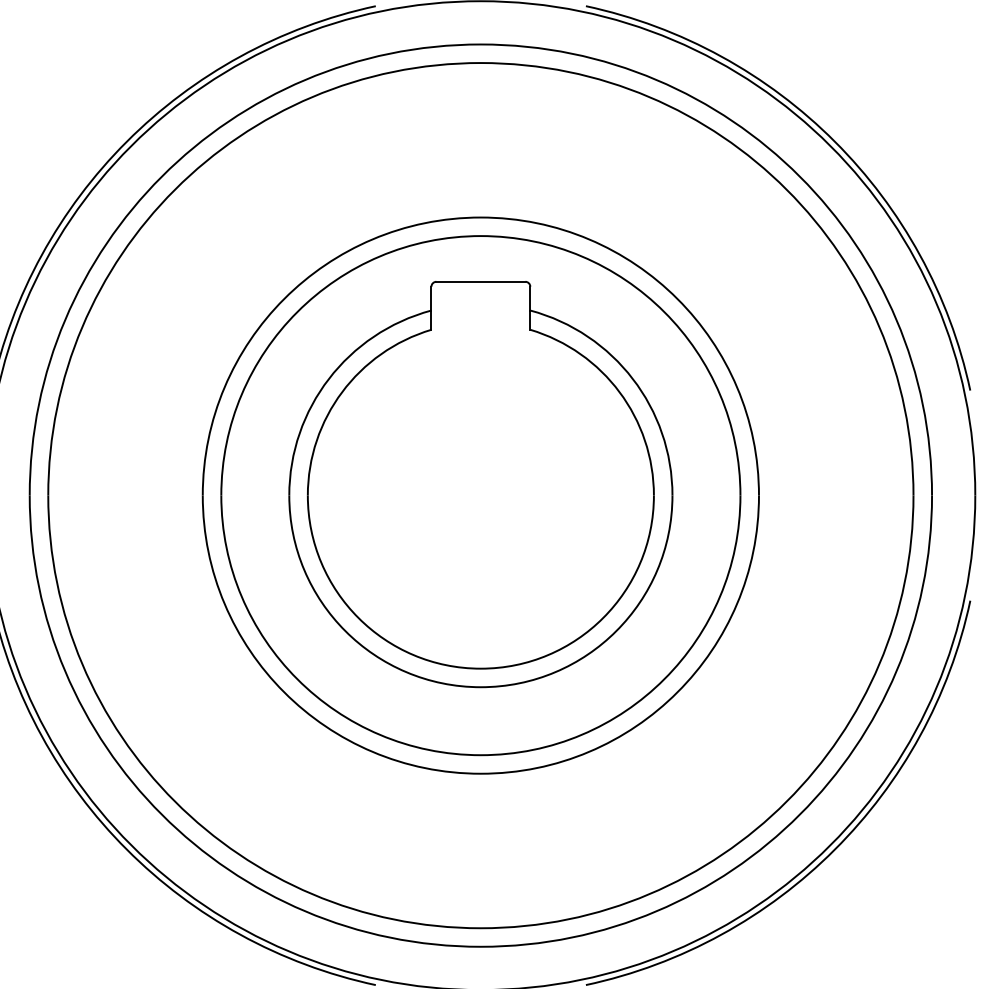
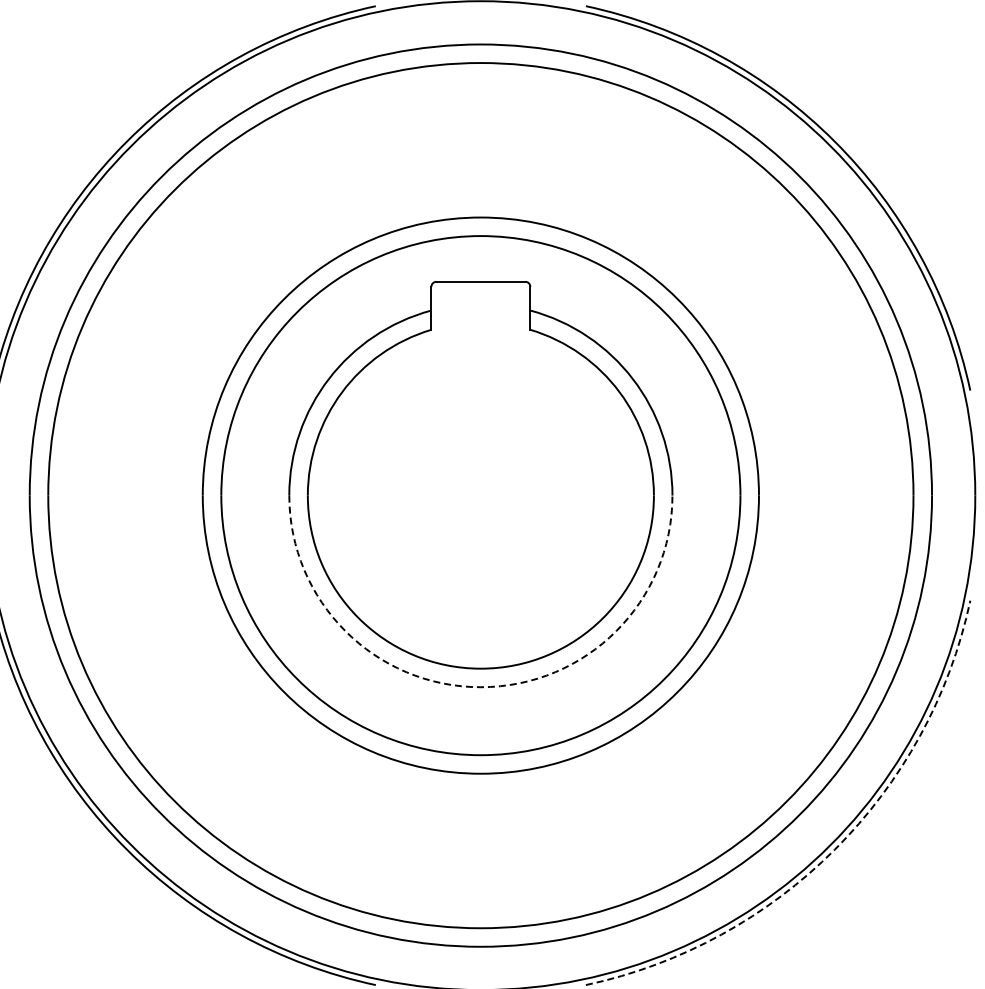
arc at (480, 687): solid -> dashed
arc at (834, 849): solid -> dashed
